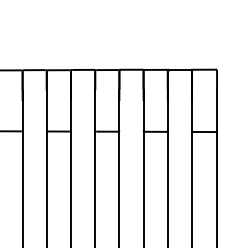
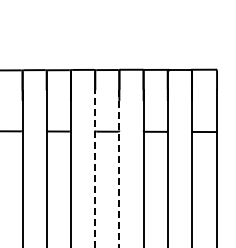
line at (95, 168): solid -> dashed
line at (119, 169): solid -> dashed
